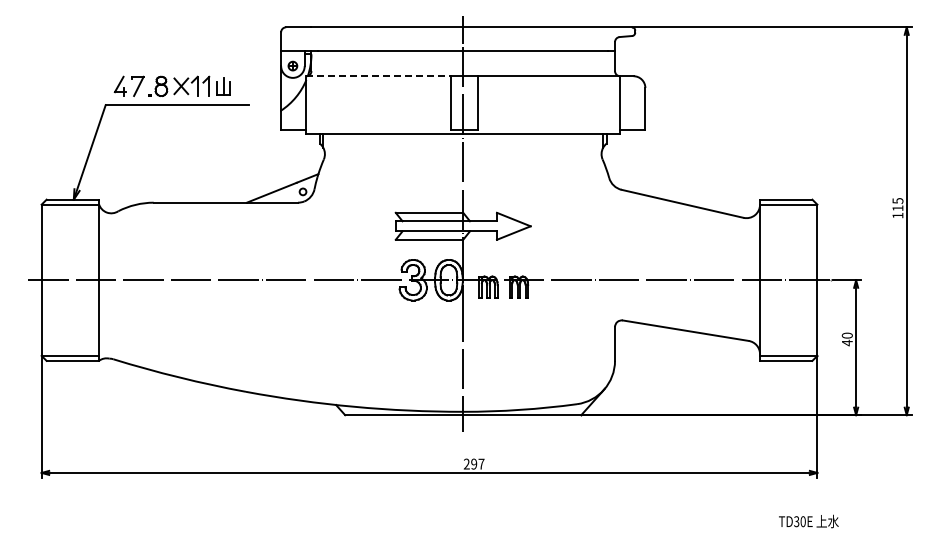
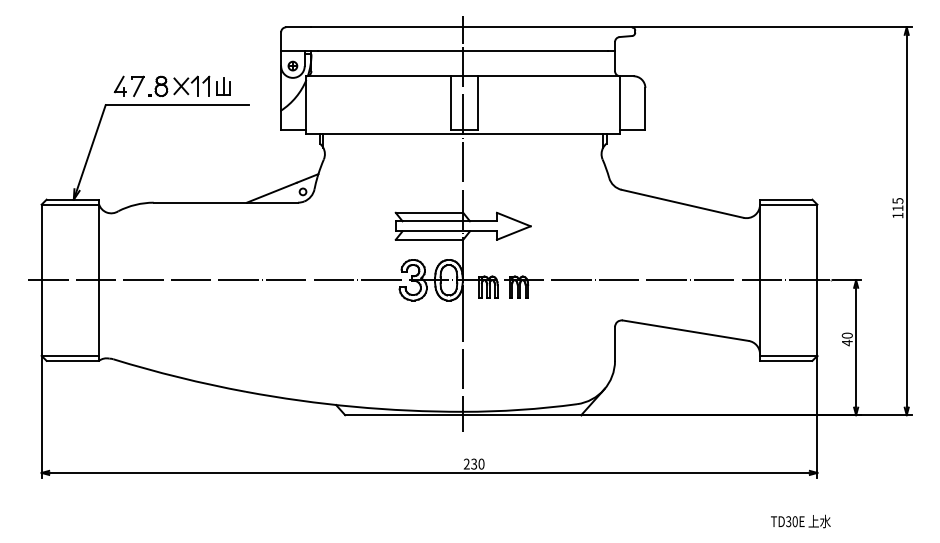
line at (379, 76): dashed -> solid
text at (477, 463): 297 -> 230
text at (808, 521) position: (808, 521) -> (800, 521)
